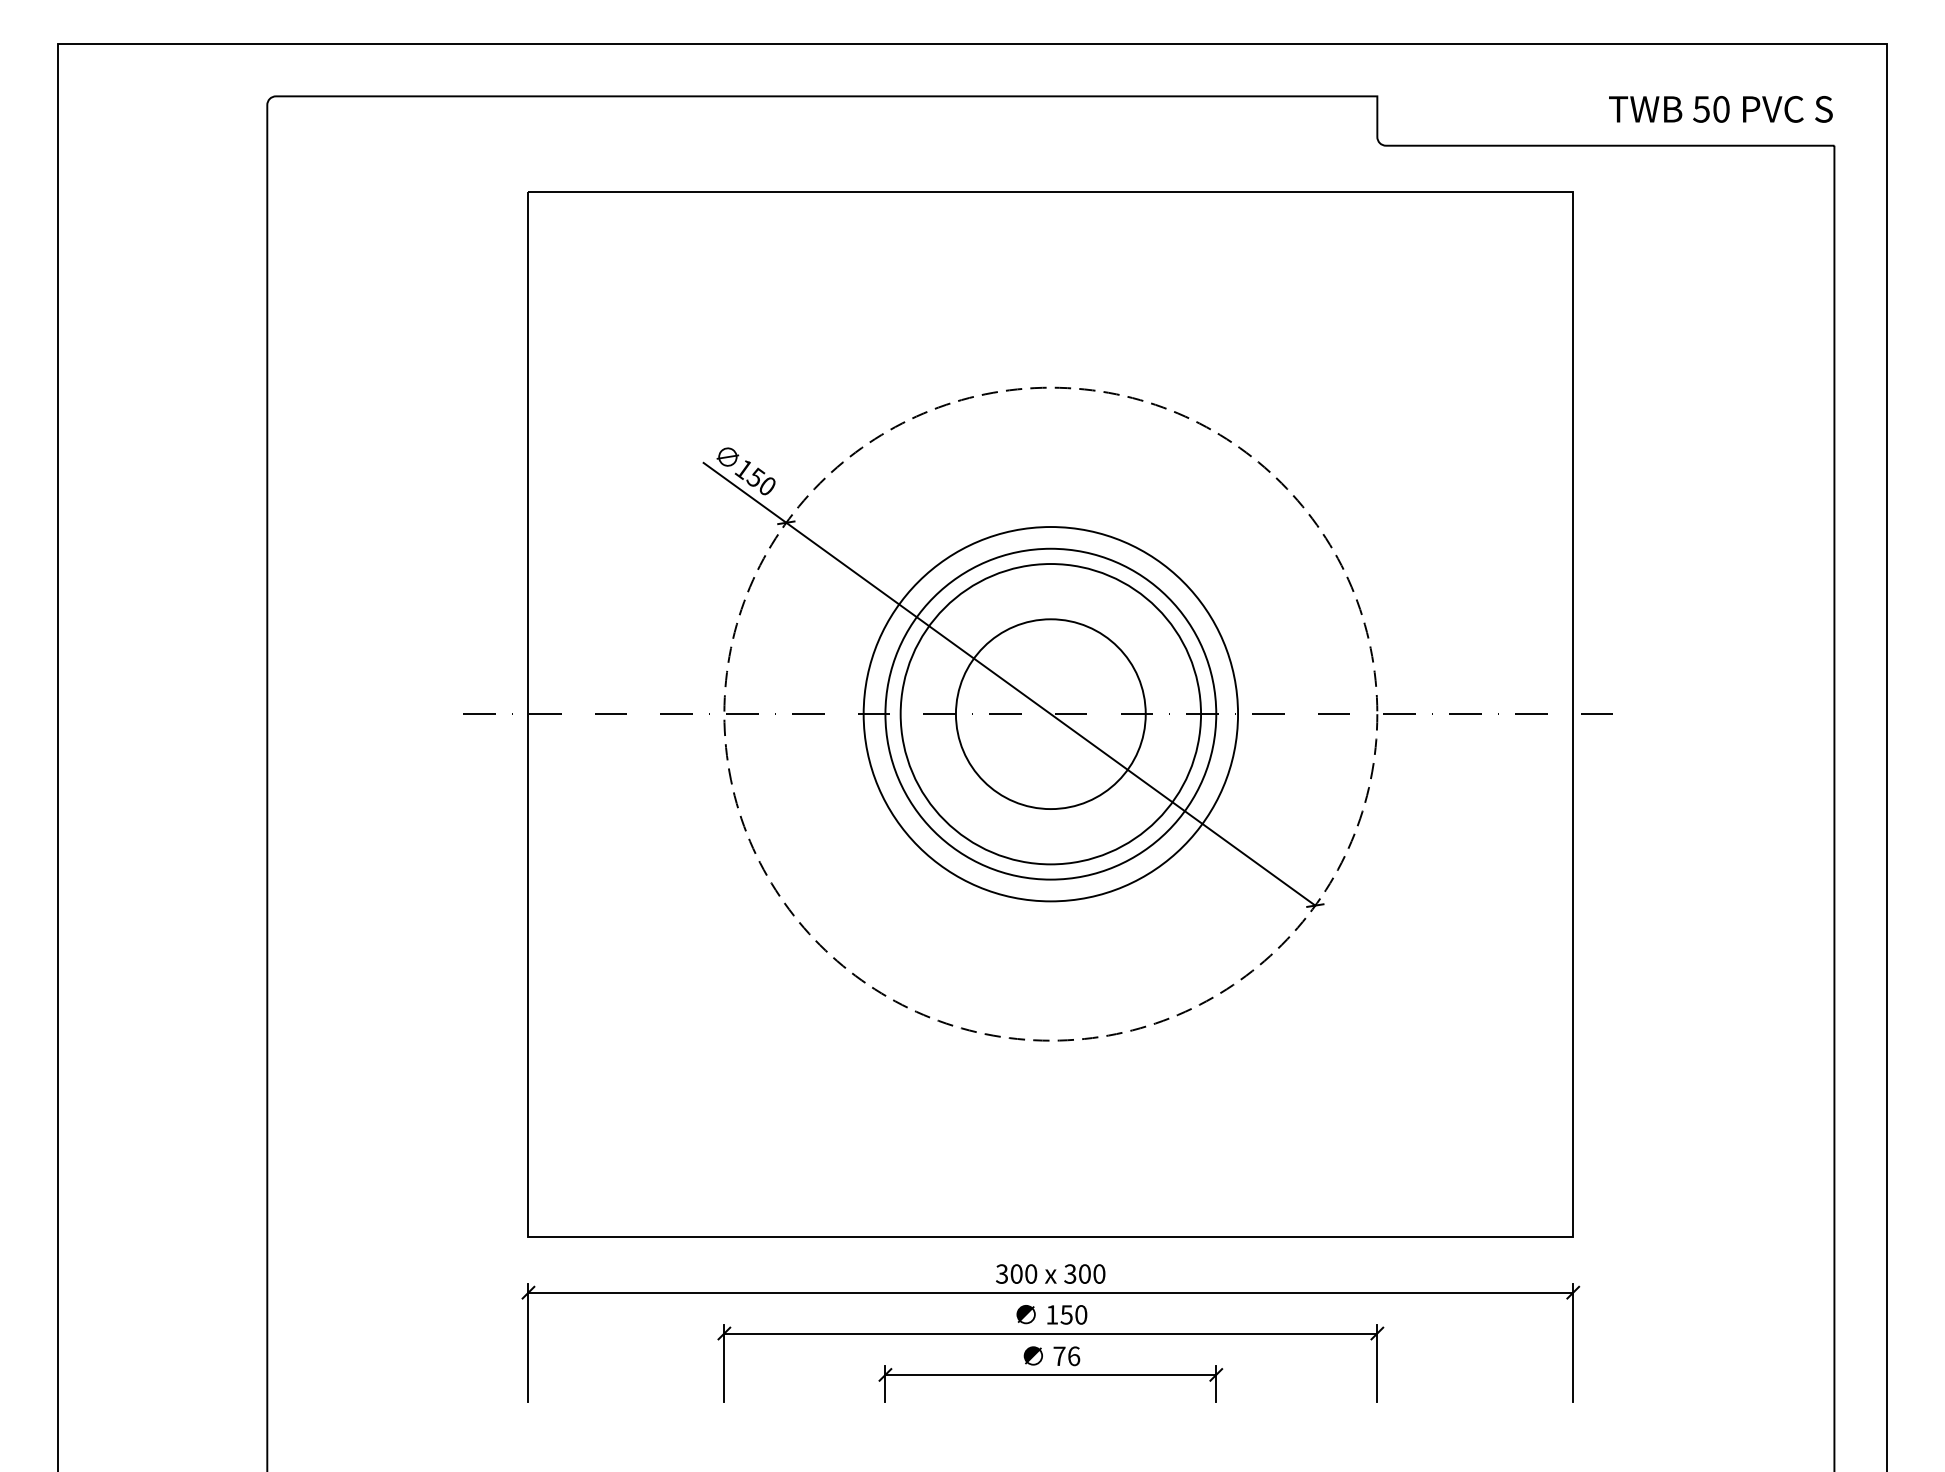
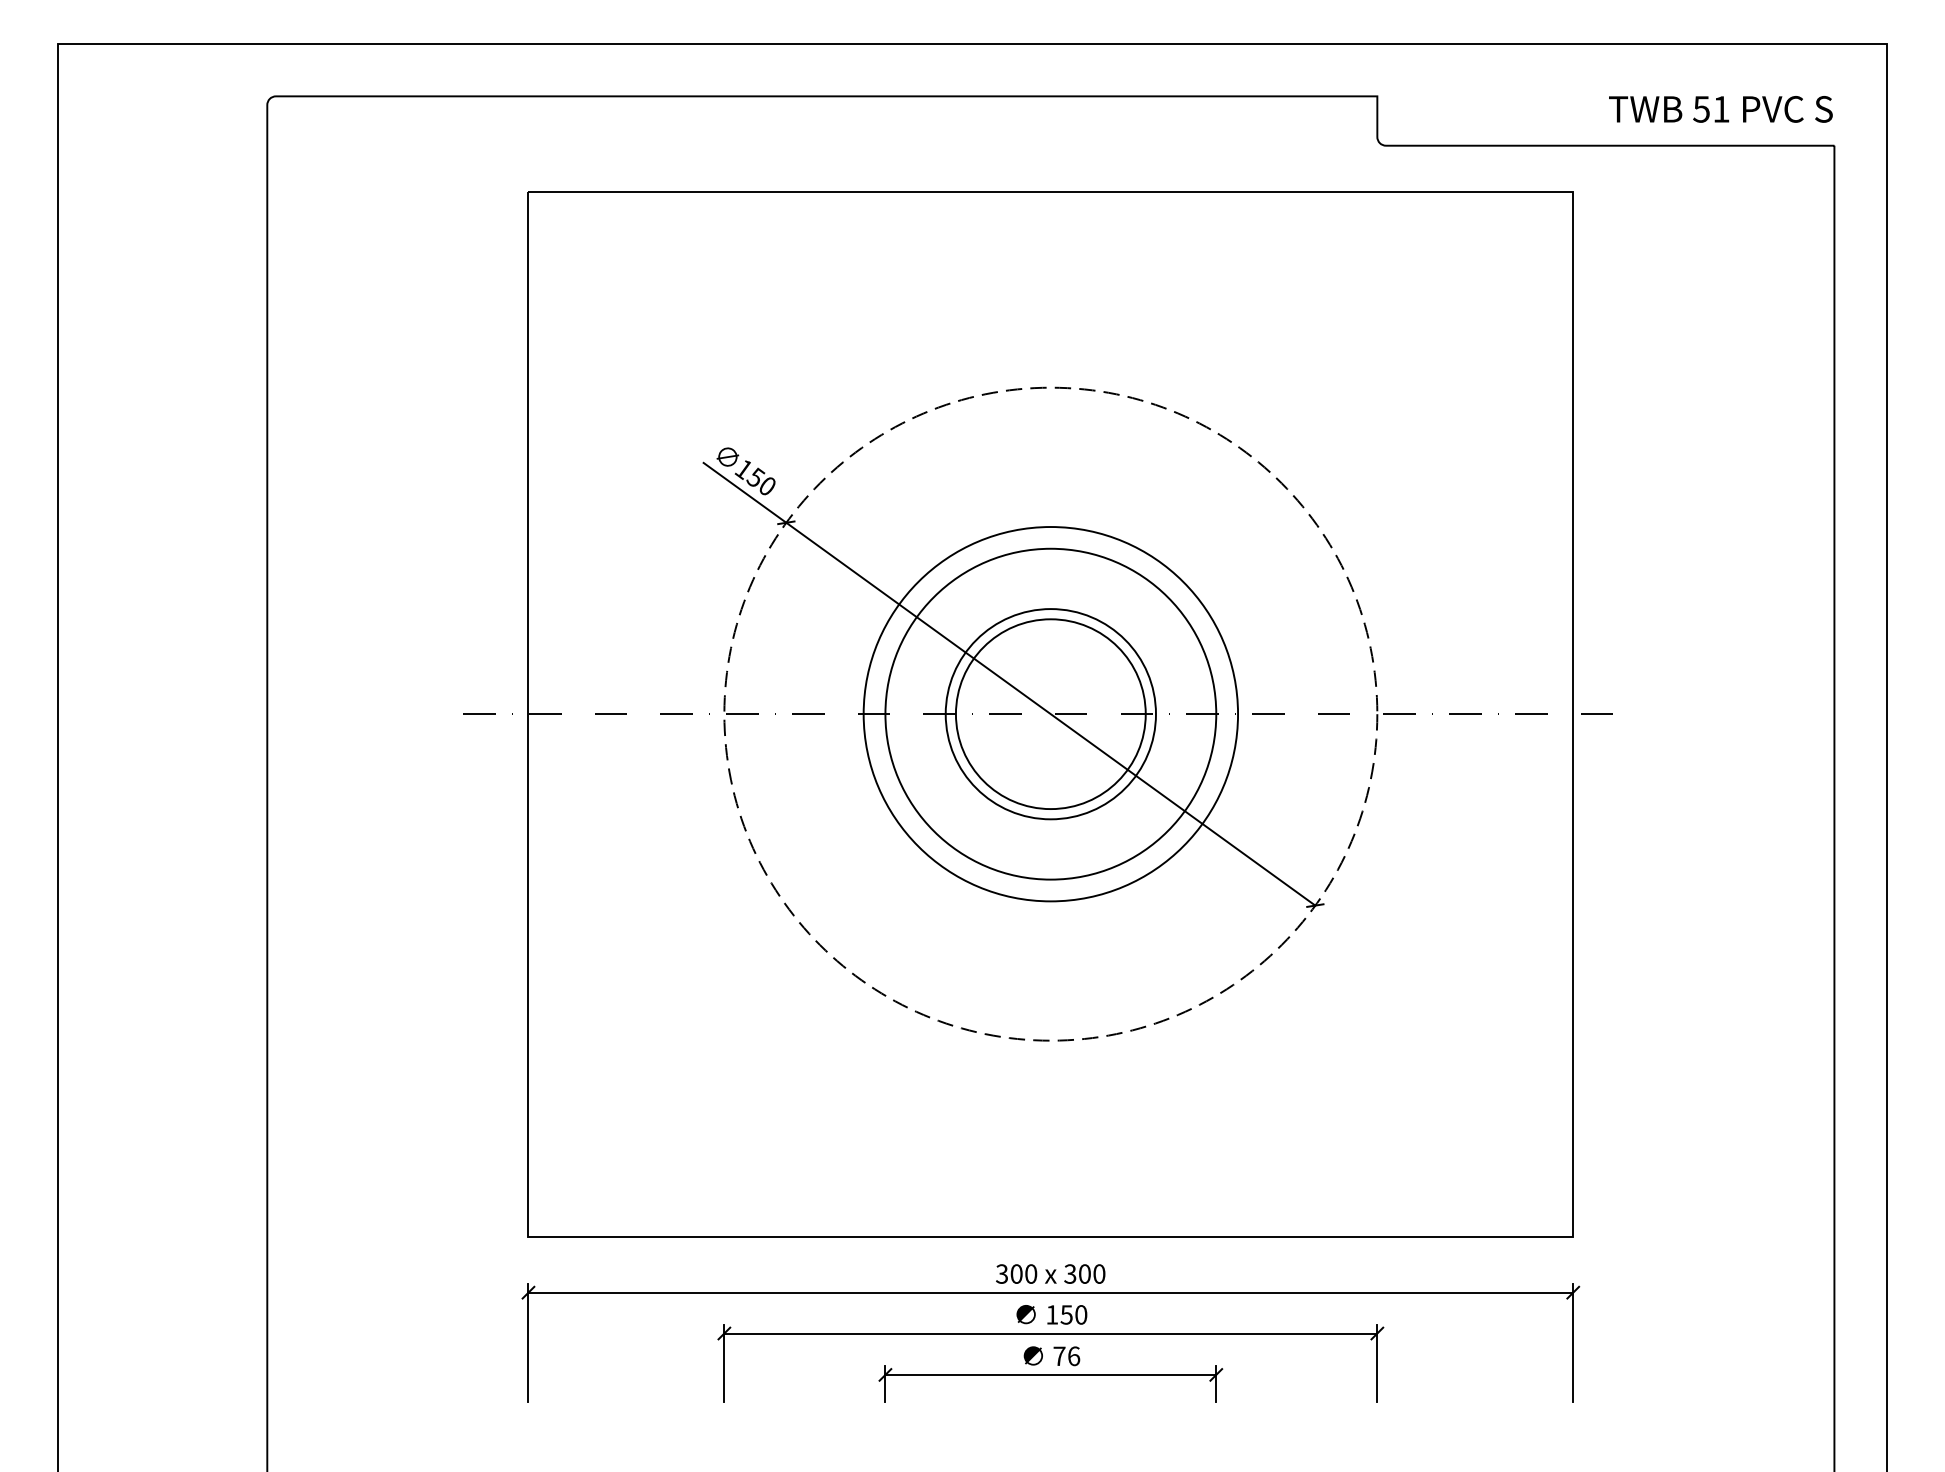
text at (1721, 109): 50 -> 51
circle at (1050, 714) diameter: 300 px -> 210 px
